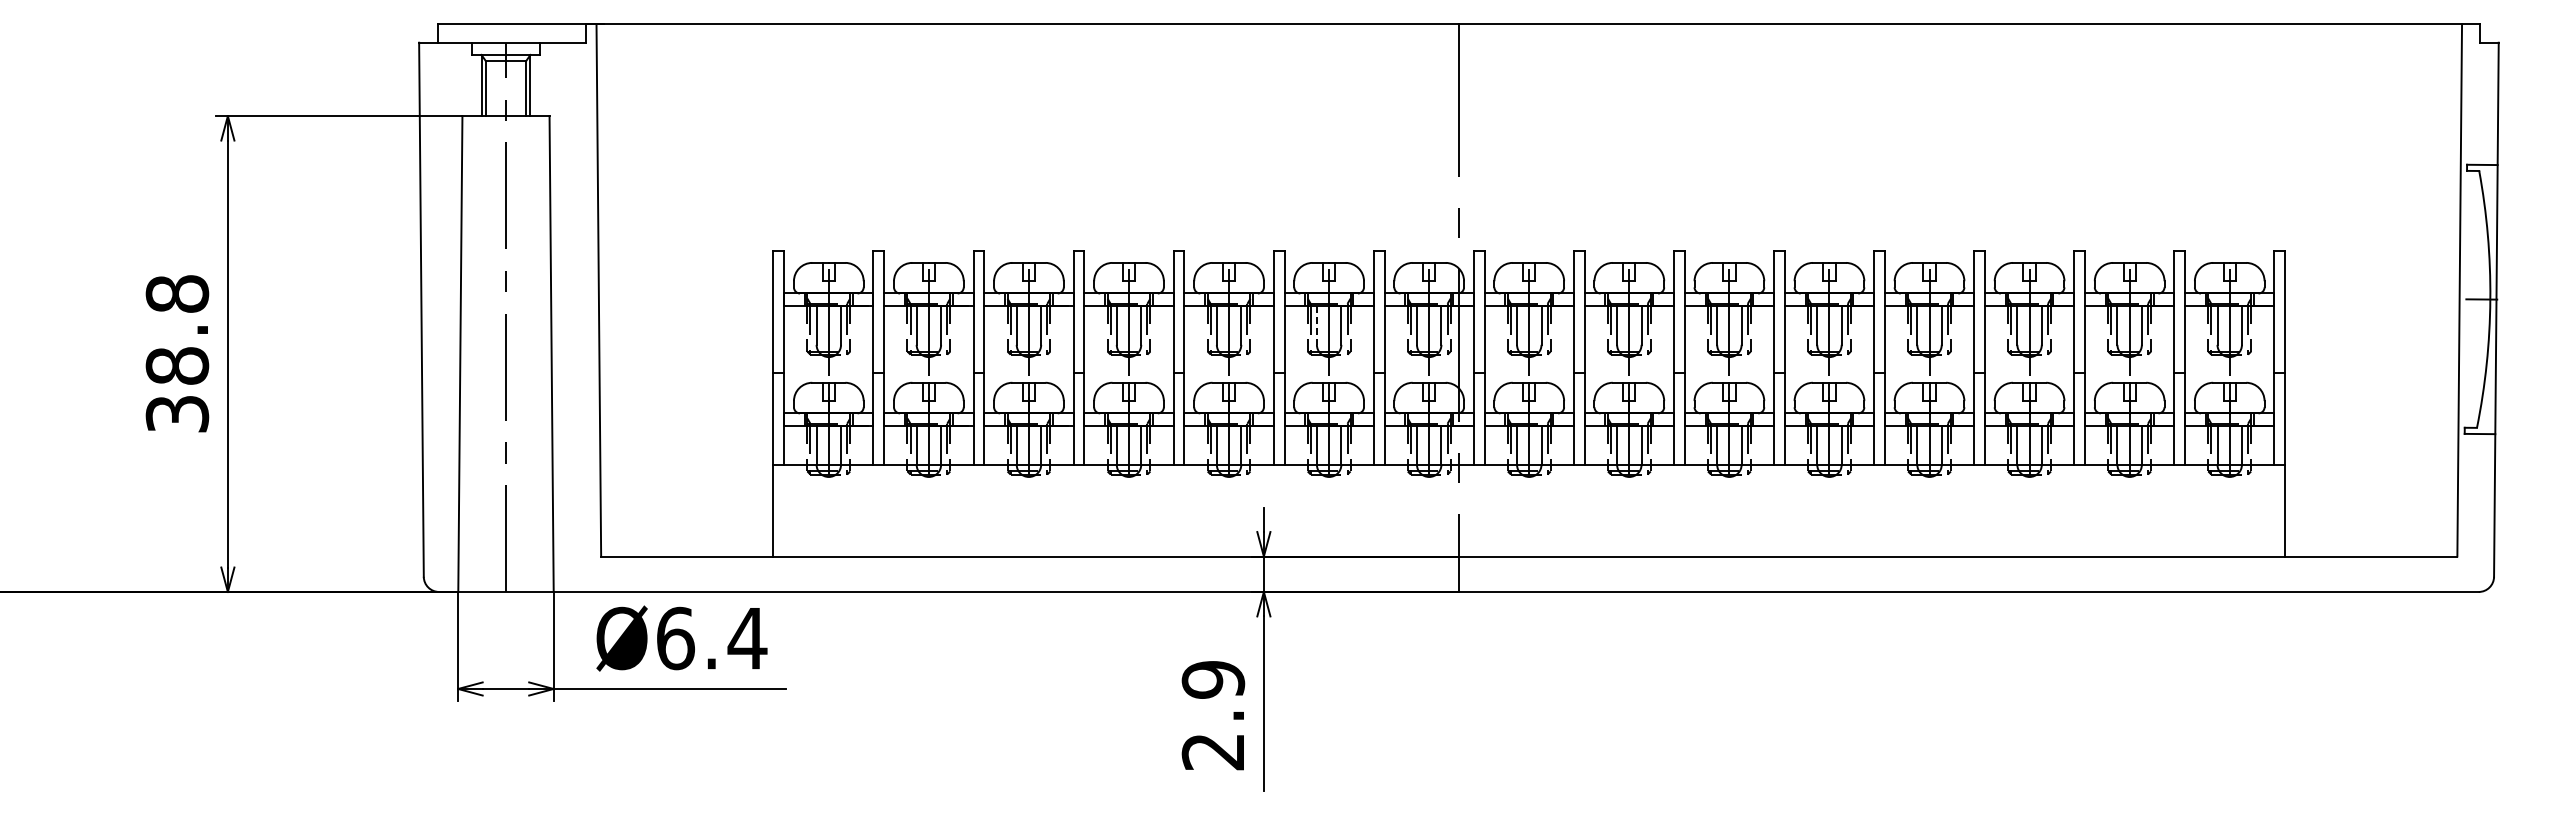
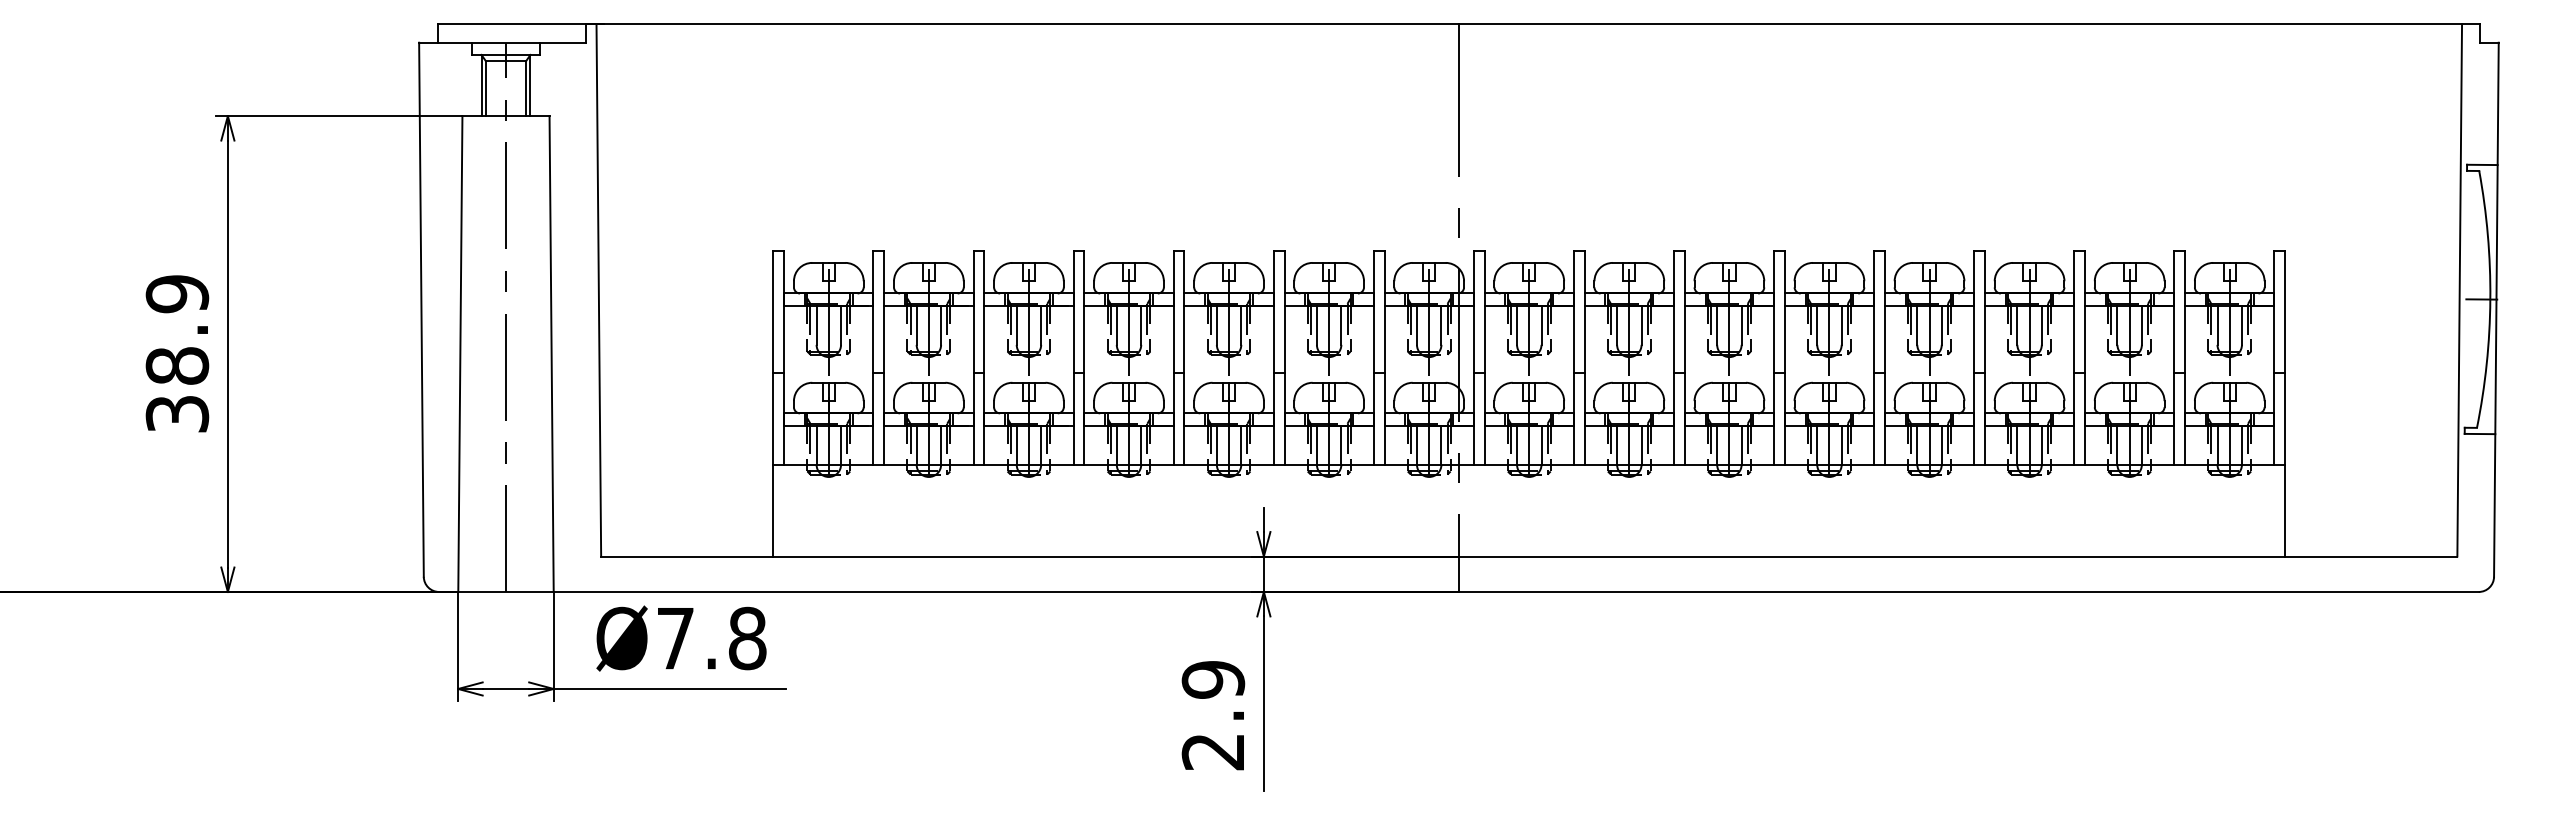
text at (177, 294): 38.8 -> 38.9
line at (1316, 325): dashed -> solid
text at (712, 638): Ø6.4 -> Ø7.8
